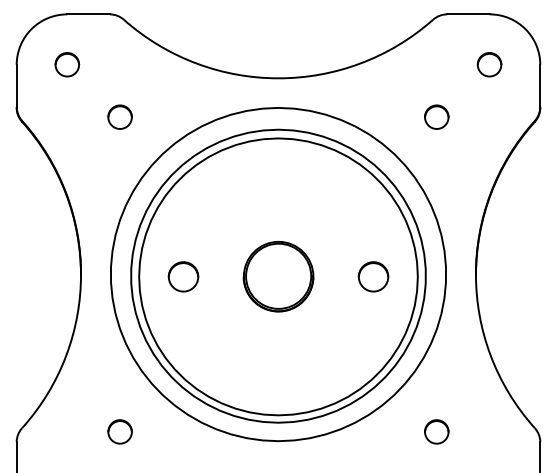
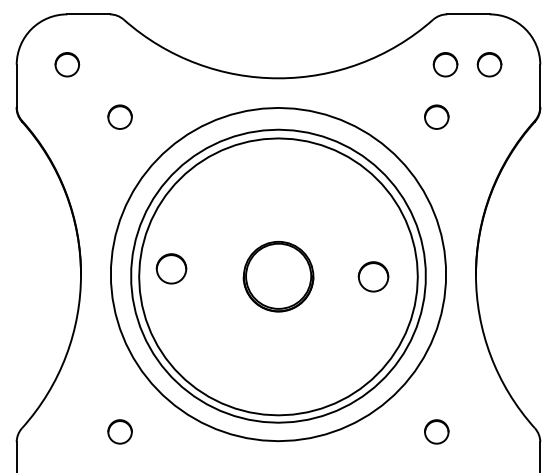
part at (445, 64): none -> present
part at (183, 276) position: (183, 276) -> (171, 268)
